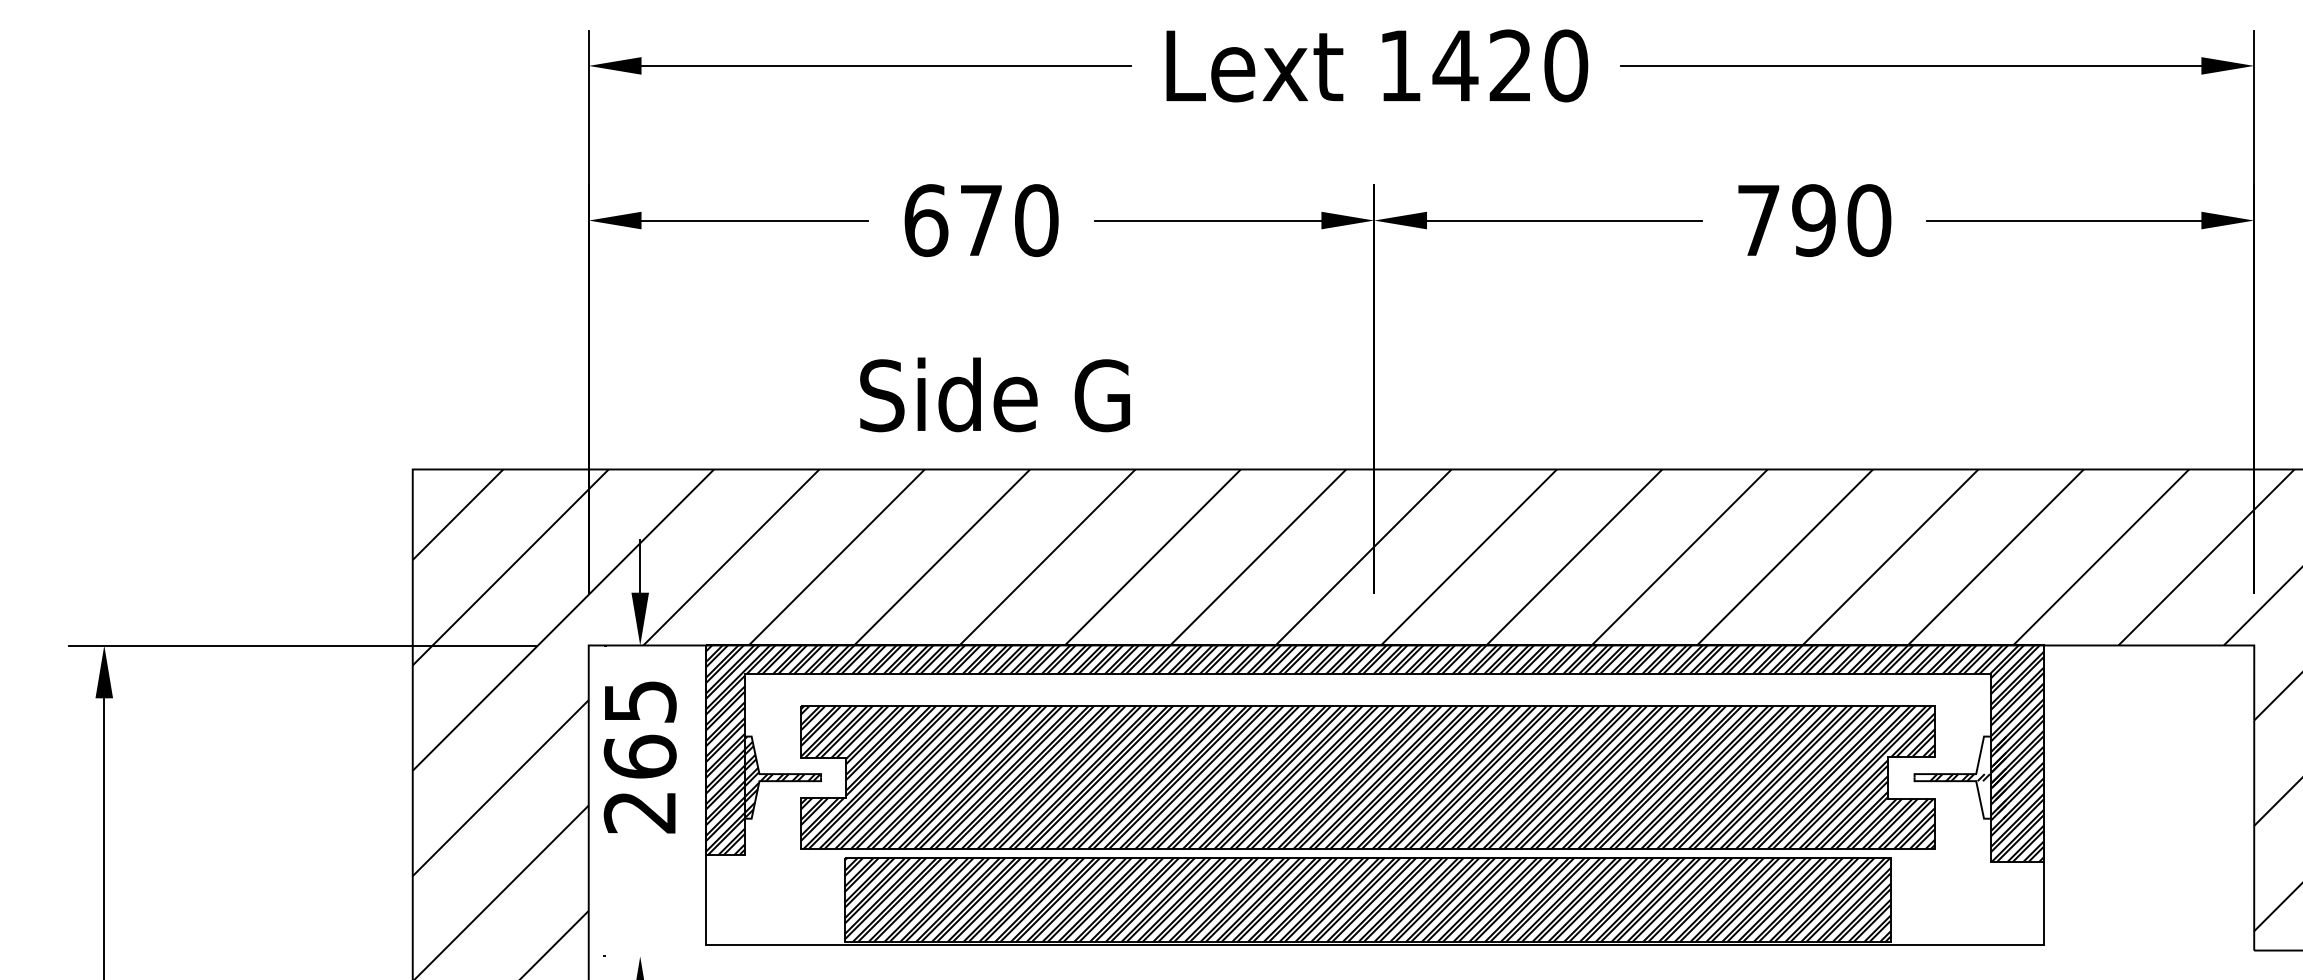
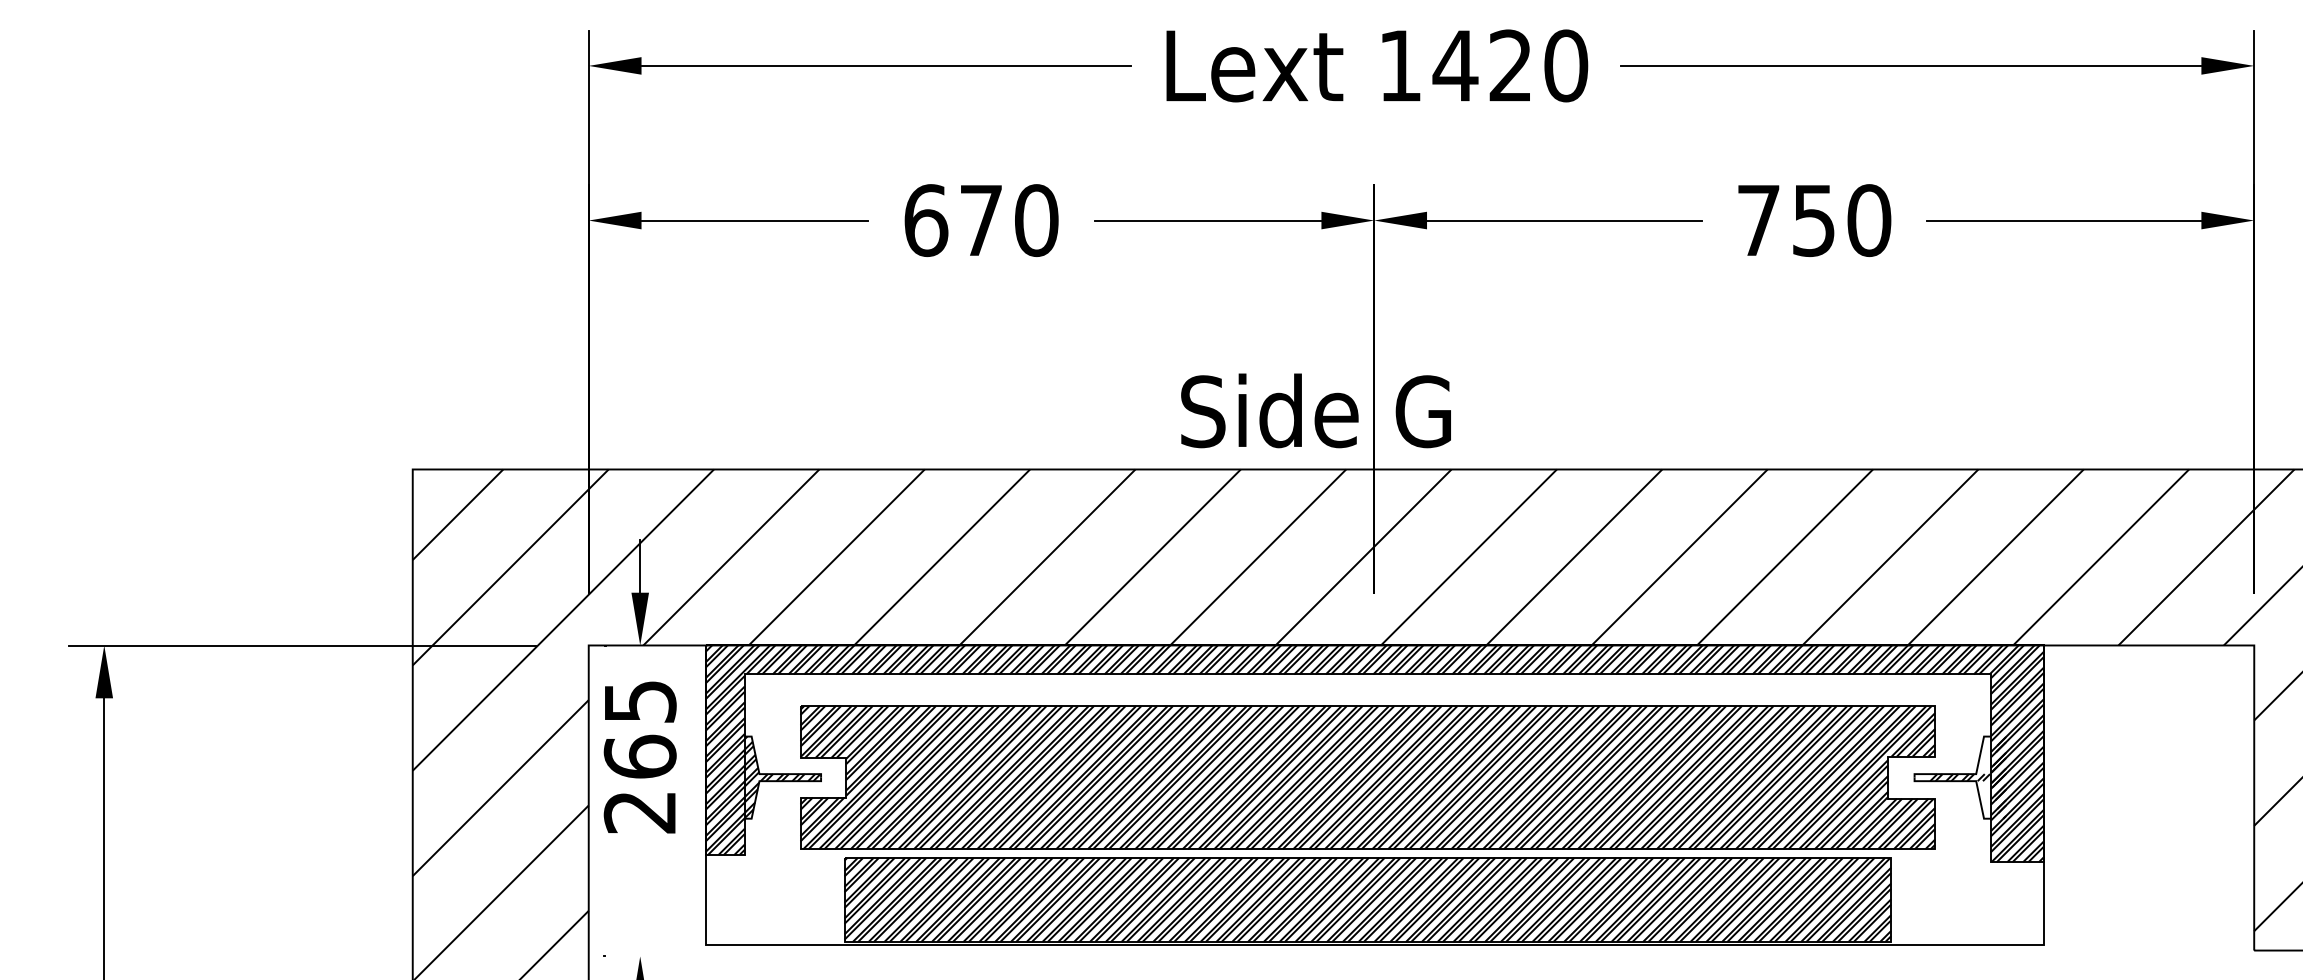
text at (1813, 220): 790 -> 750
text at (994, 394) position: (994, 394) -> (1315, 410)
